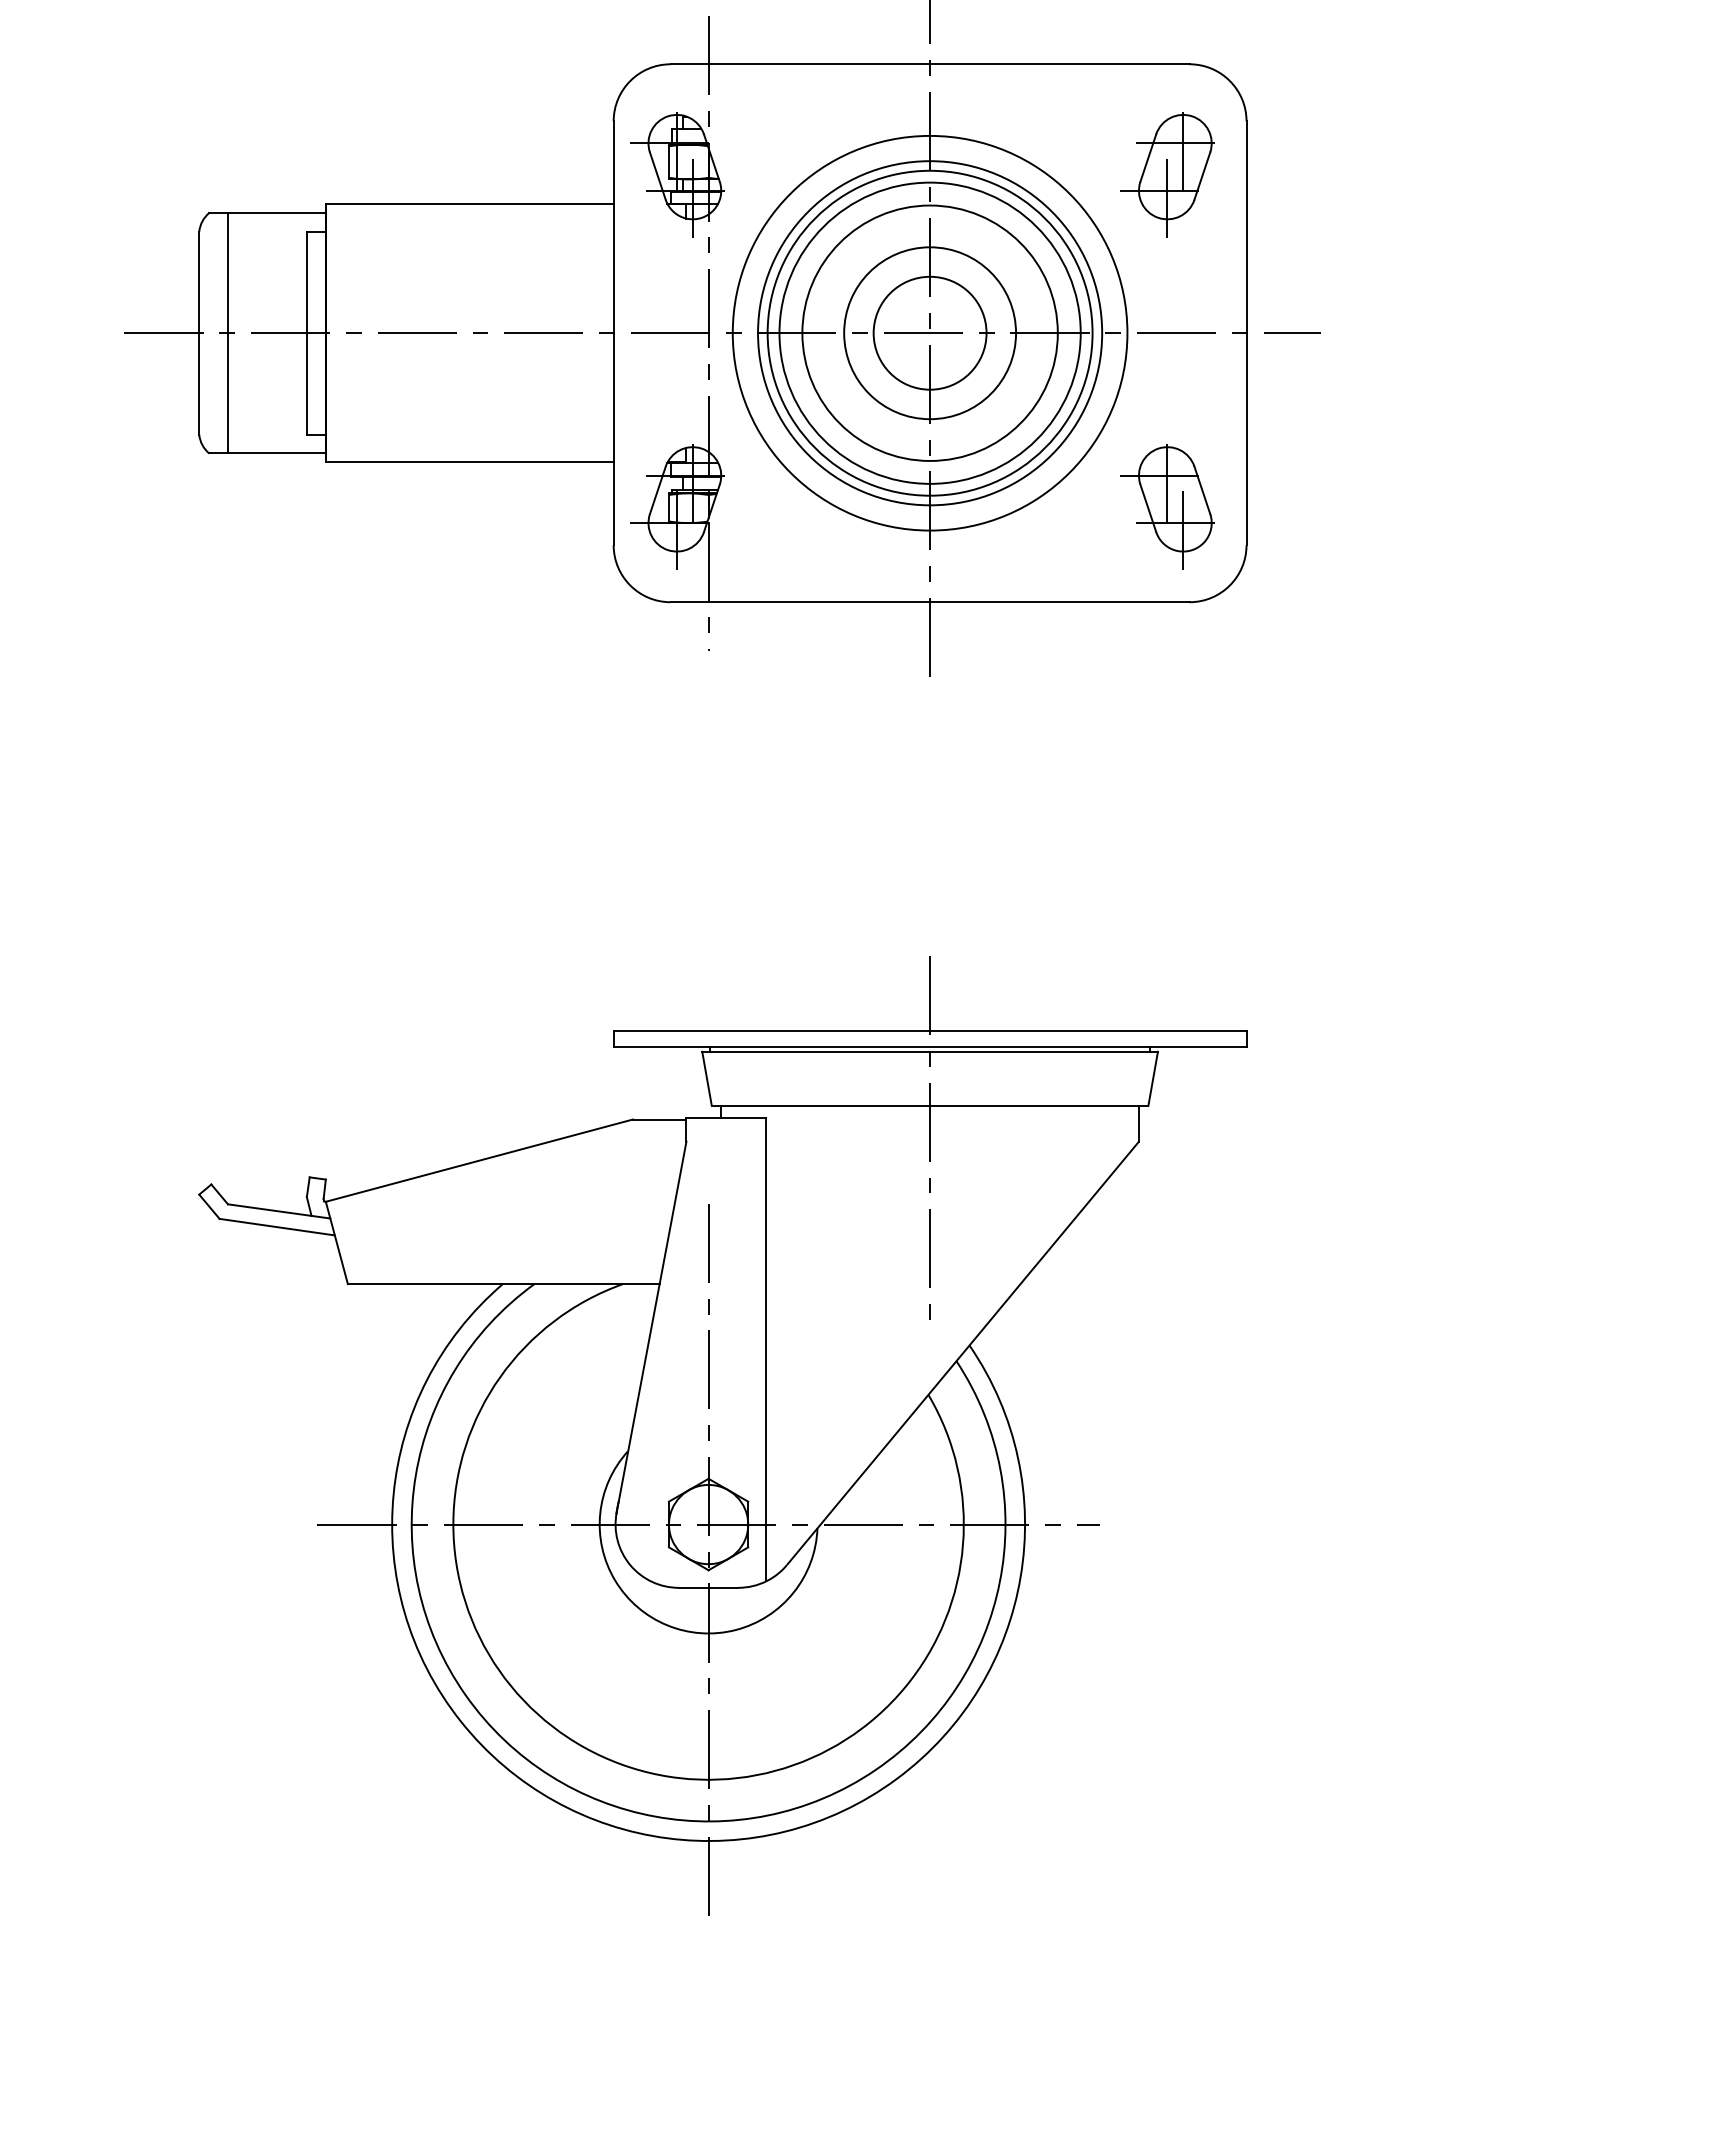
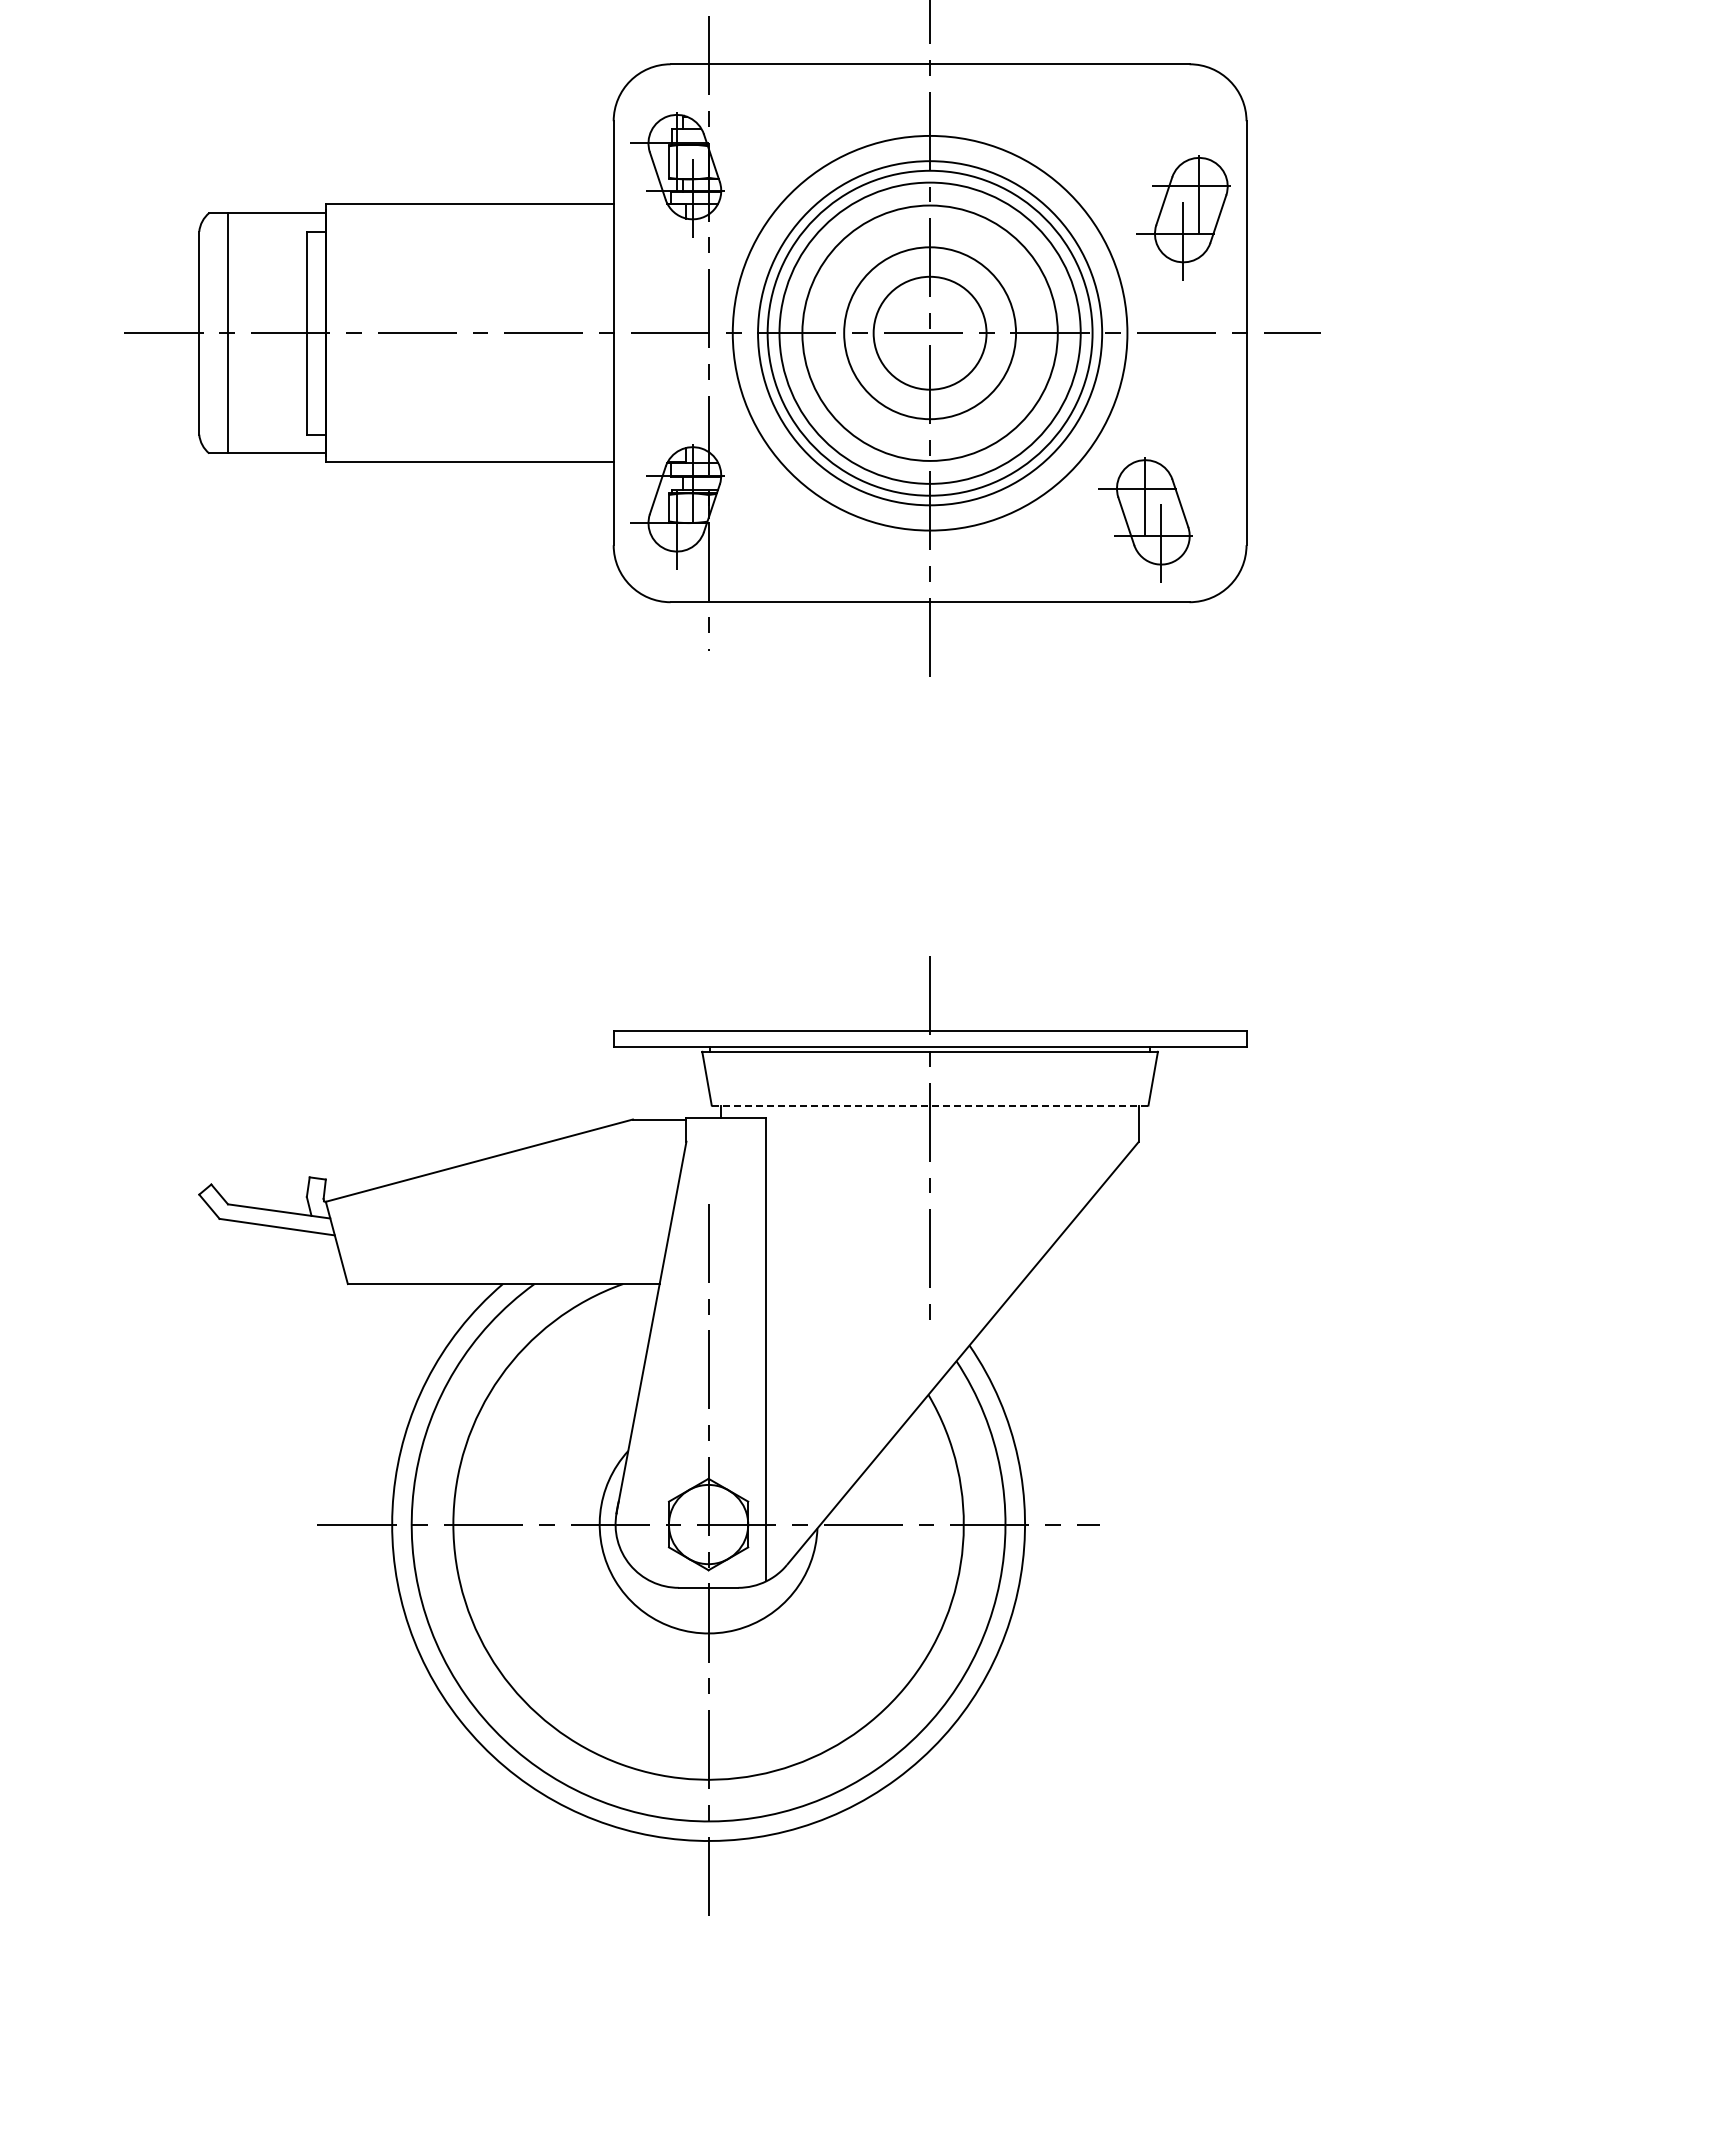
part at (1167, 174) position: (1167, 174) -> (1183, 217)
part at (1167, 506) position: (1167, 506) -> (1145, 519)
line at (930, 1105): solid -> dashed
